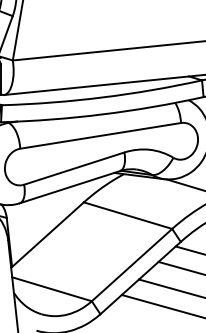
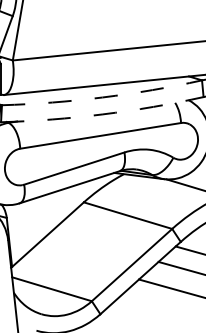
arc at (102, 97): solid -> dashed
arc at (102, 114): solid -> dashed
line at (161, 305): present -> none
